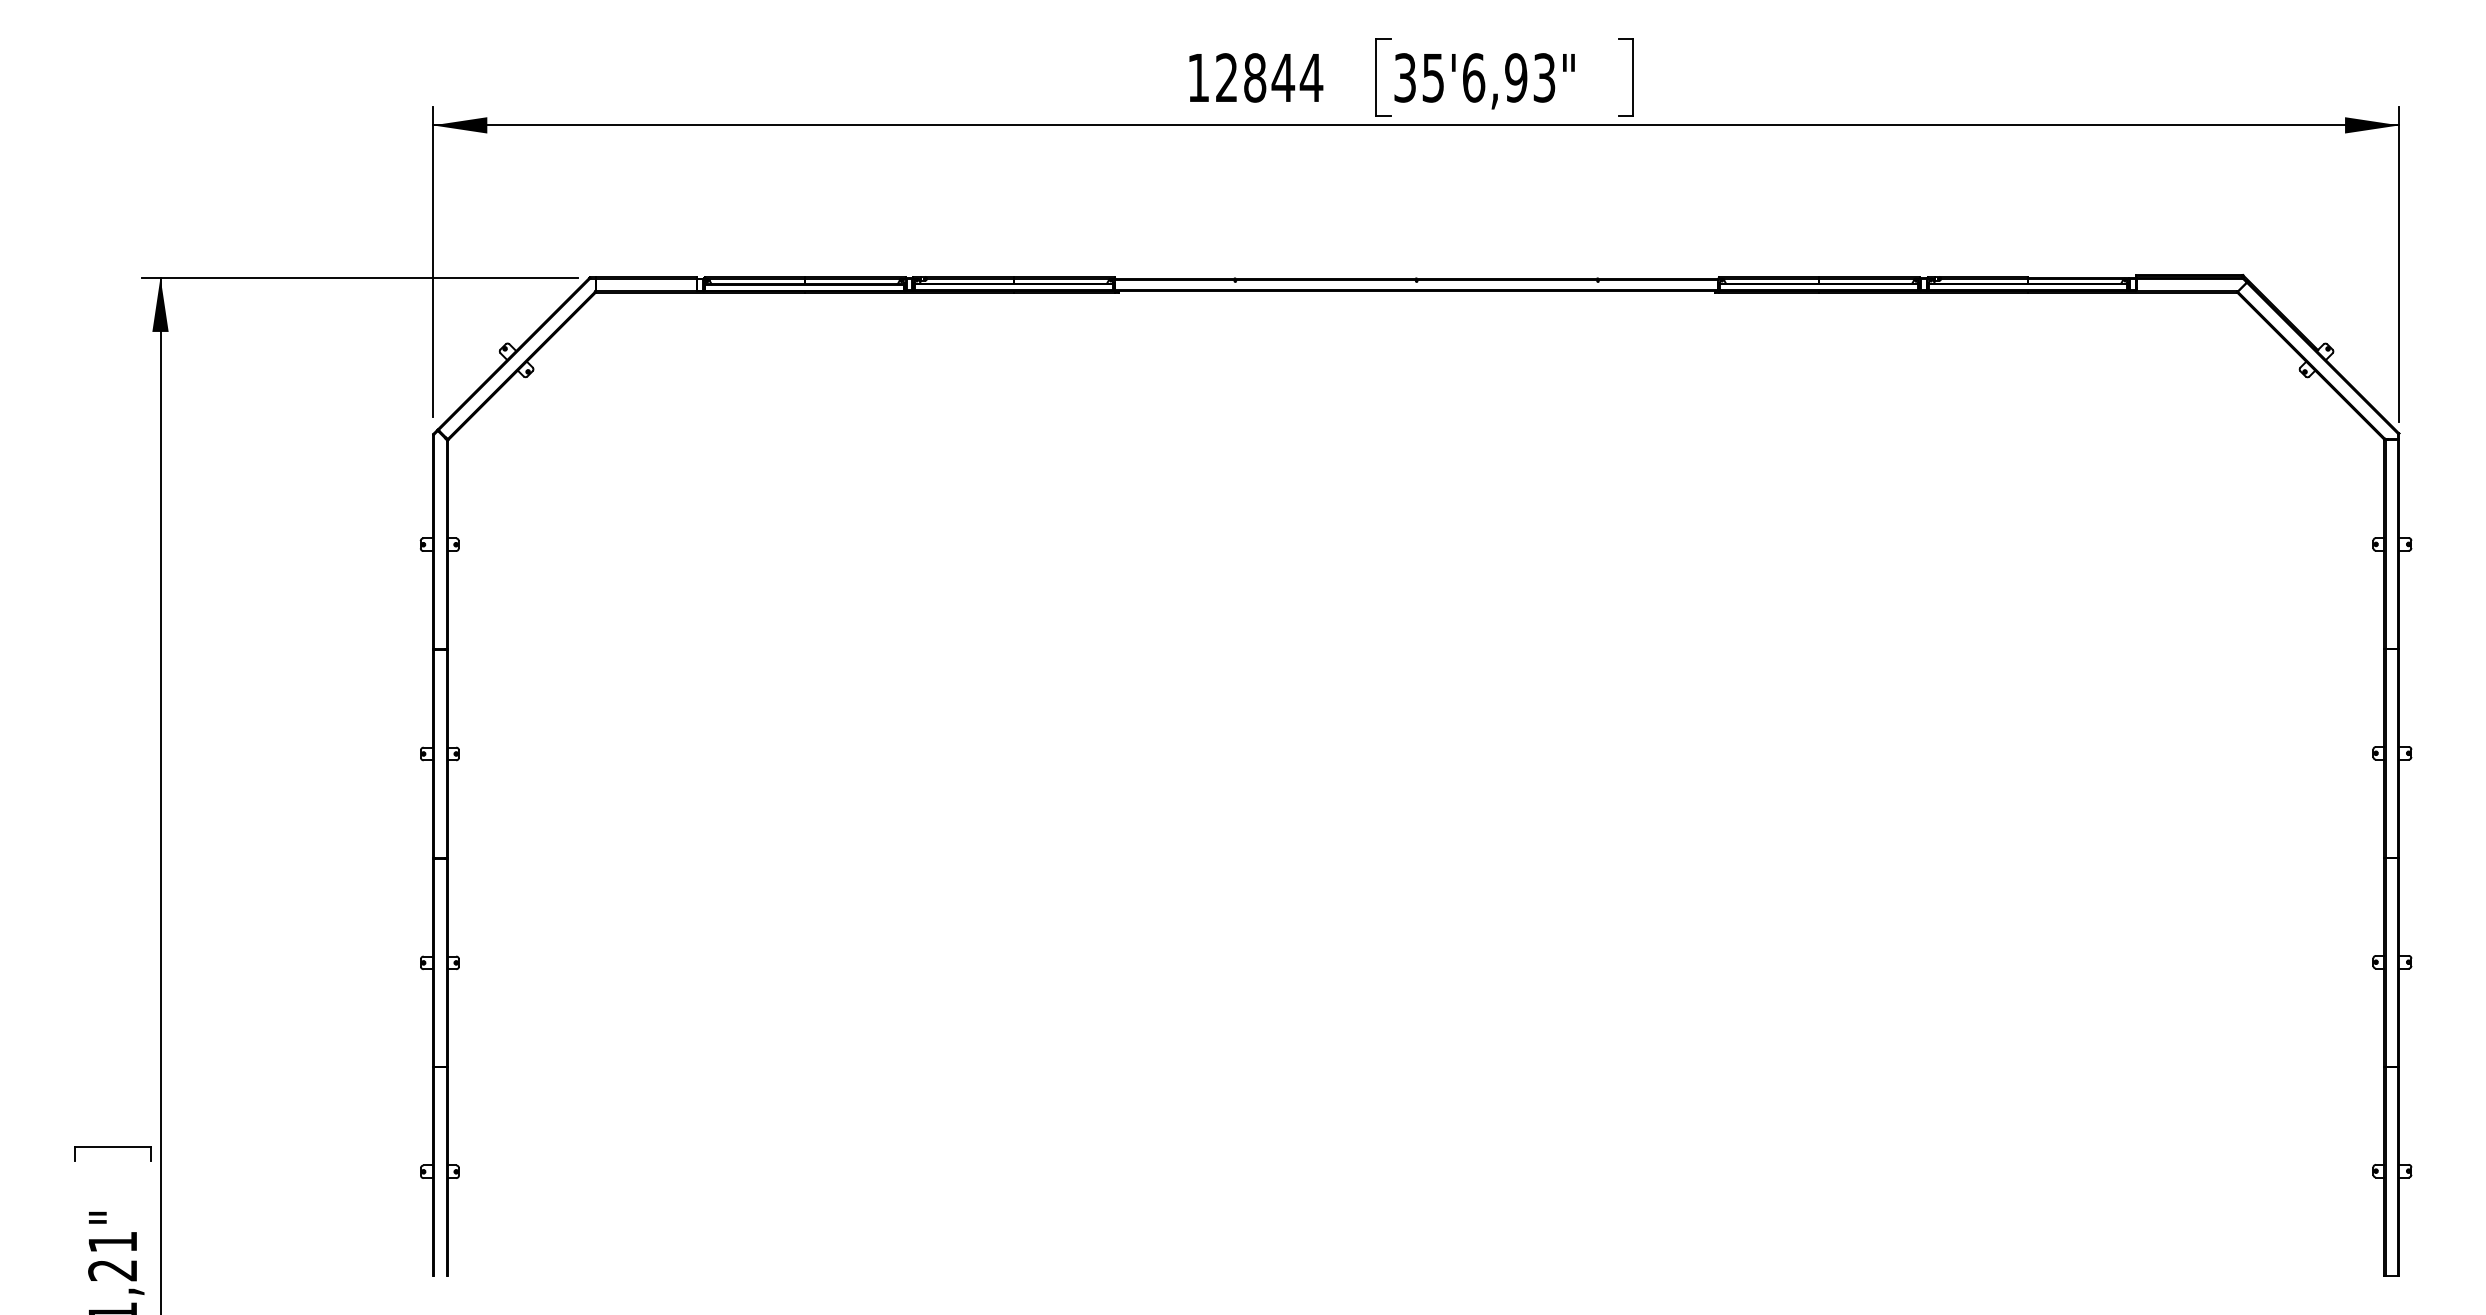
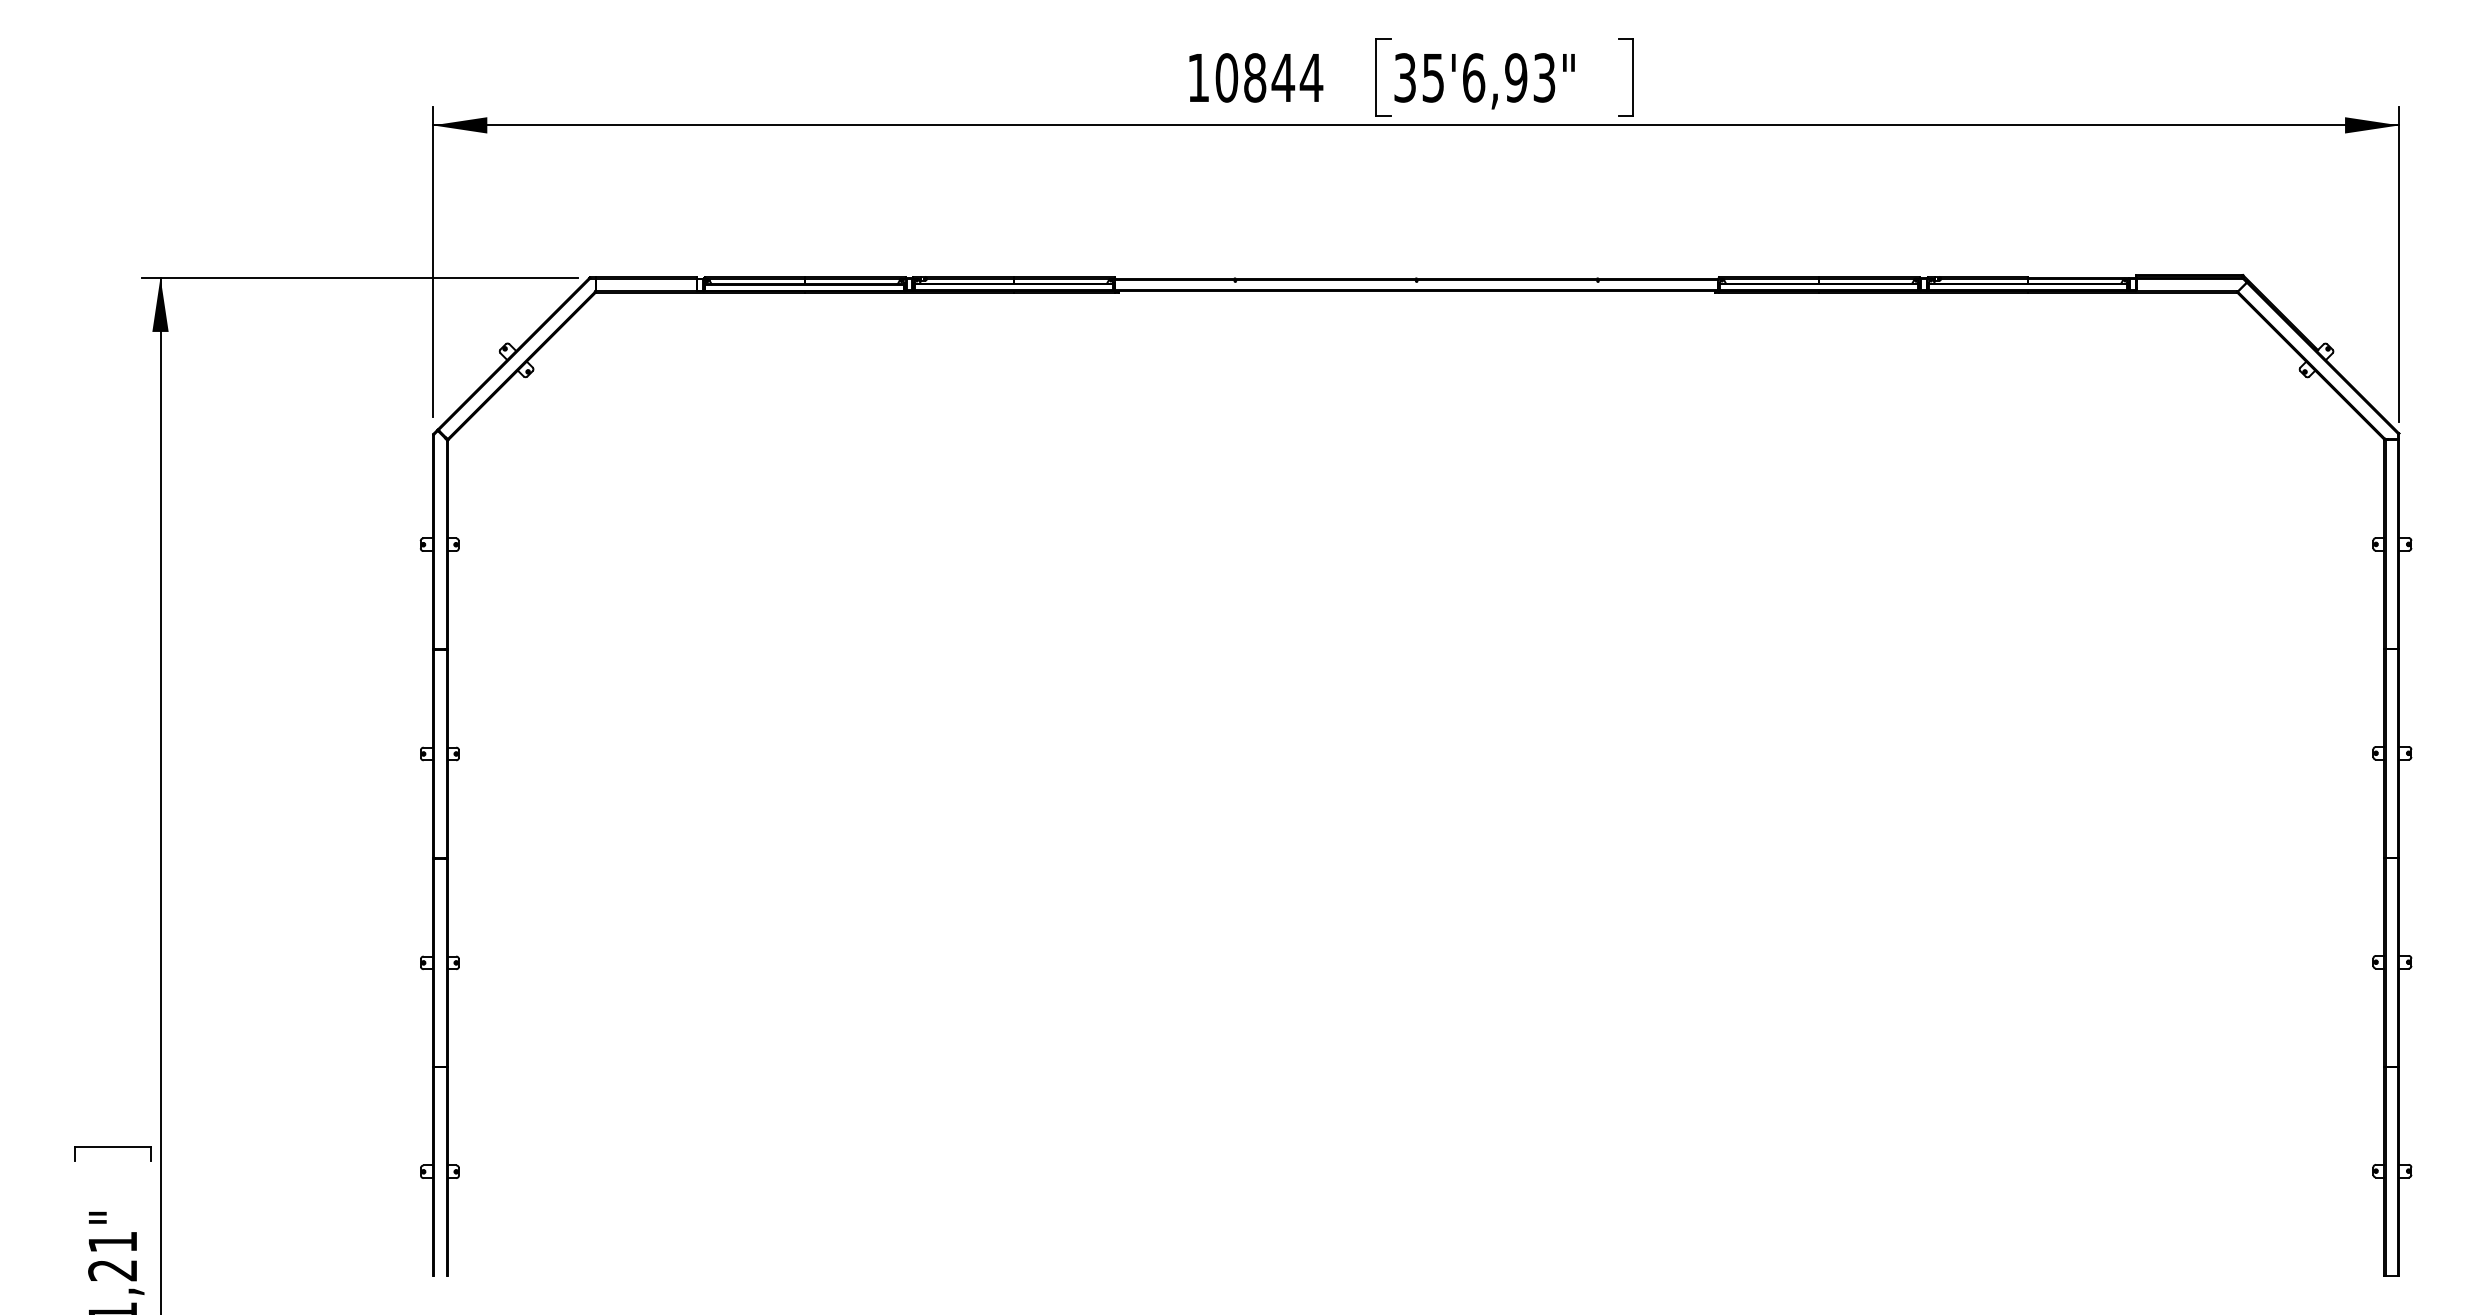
text at (1226, 77): 12844 -> 10844
